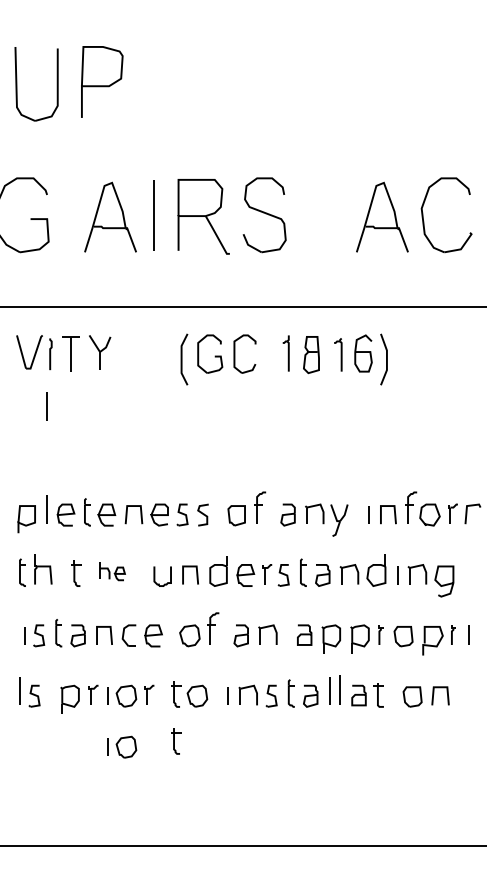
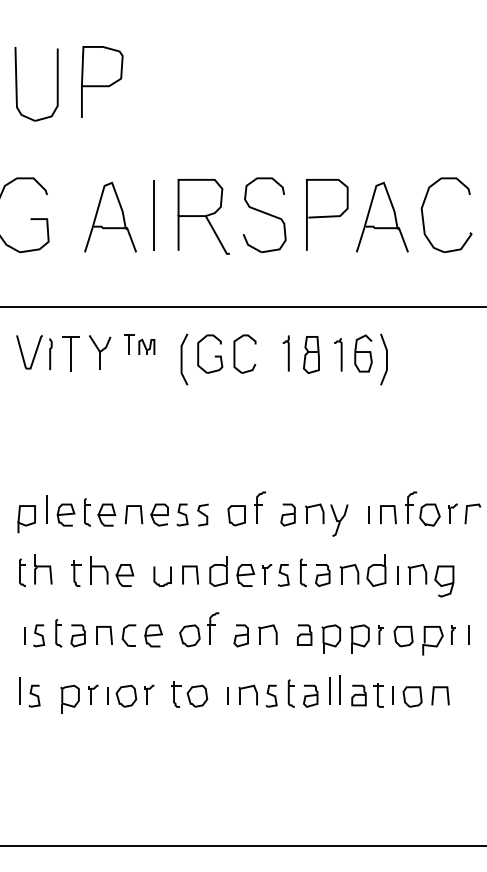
curve at (327, 215): none -> present
part at (139, 344): none -> present
line at (46, 406): present -> none
part at (112, 571) size: 27x20 px -> 45x31 px
line at (392, 695): none -> present
part at (176, 741): present -> none
part at (122, 746): present -> none
